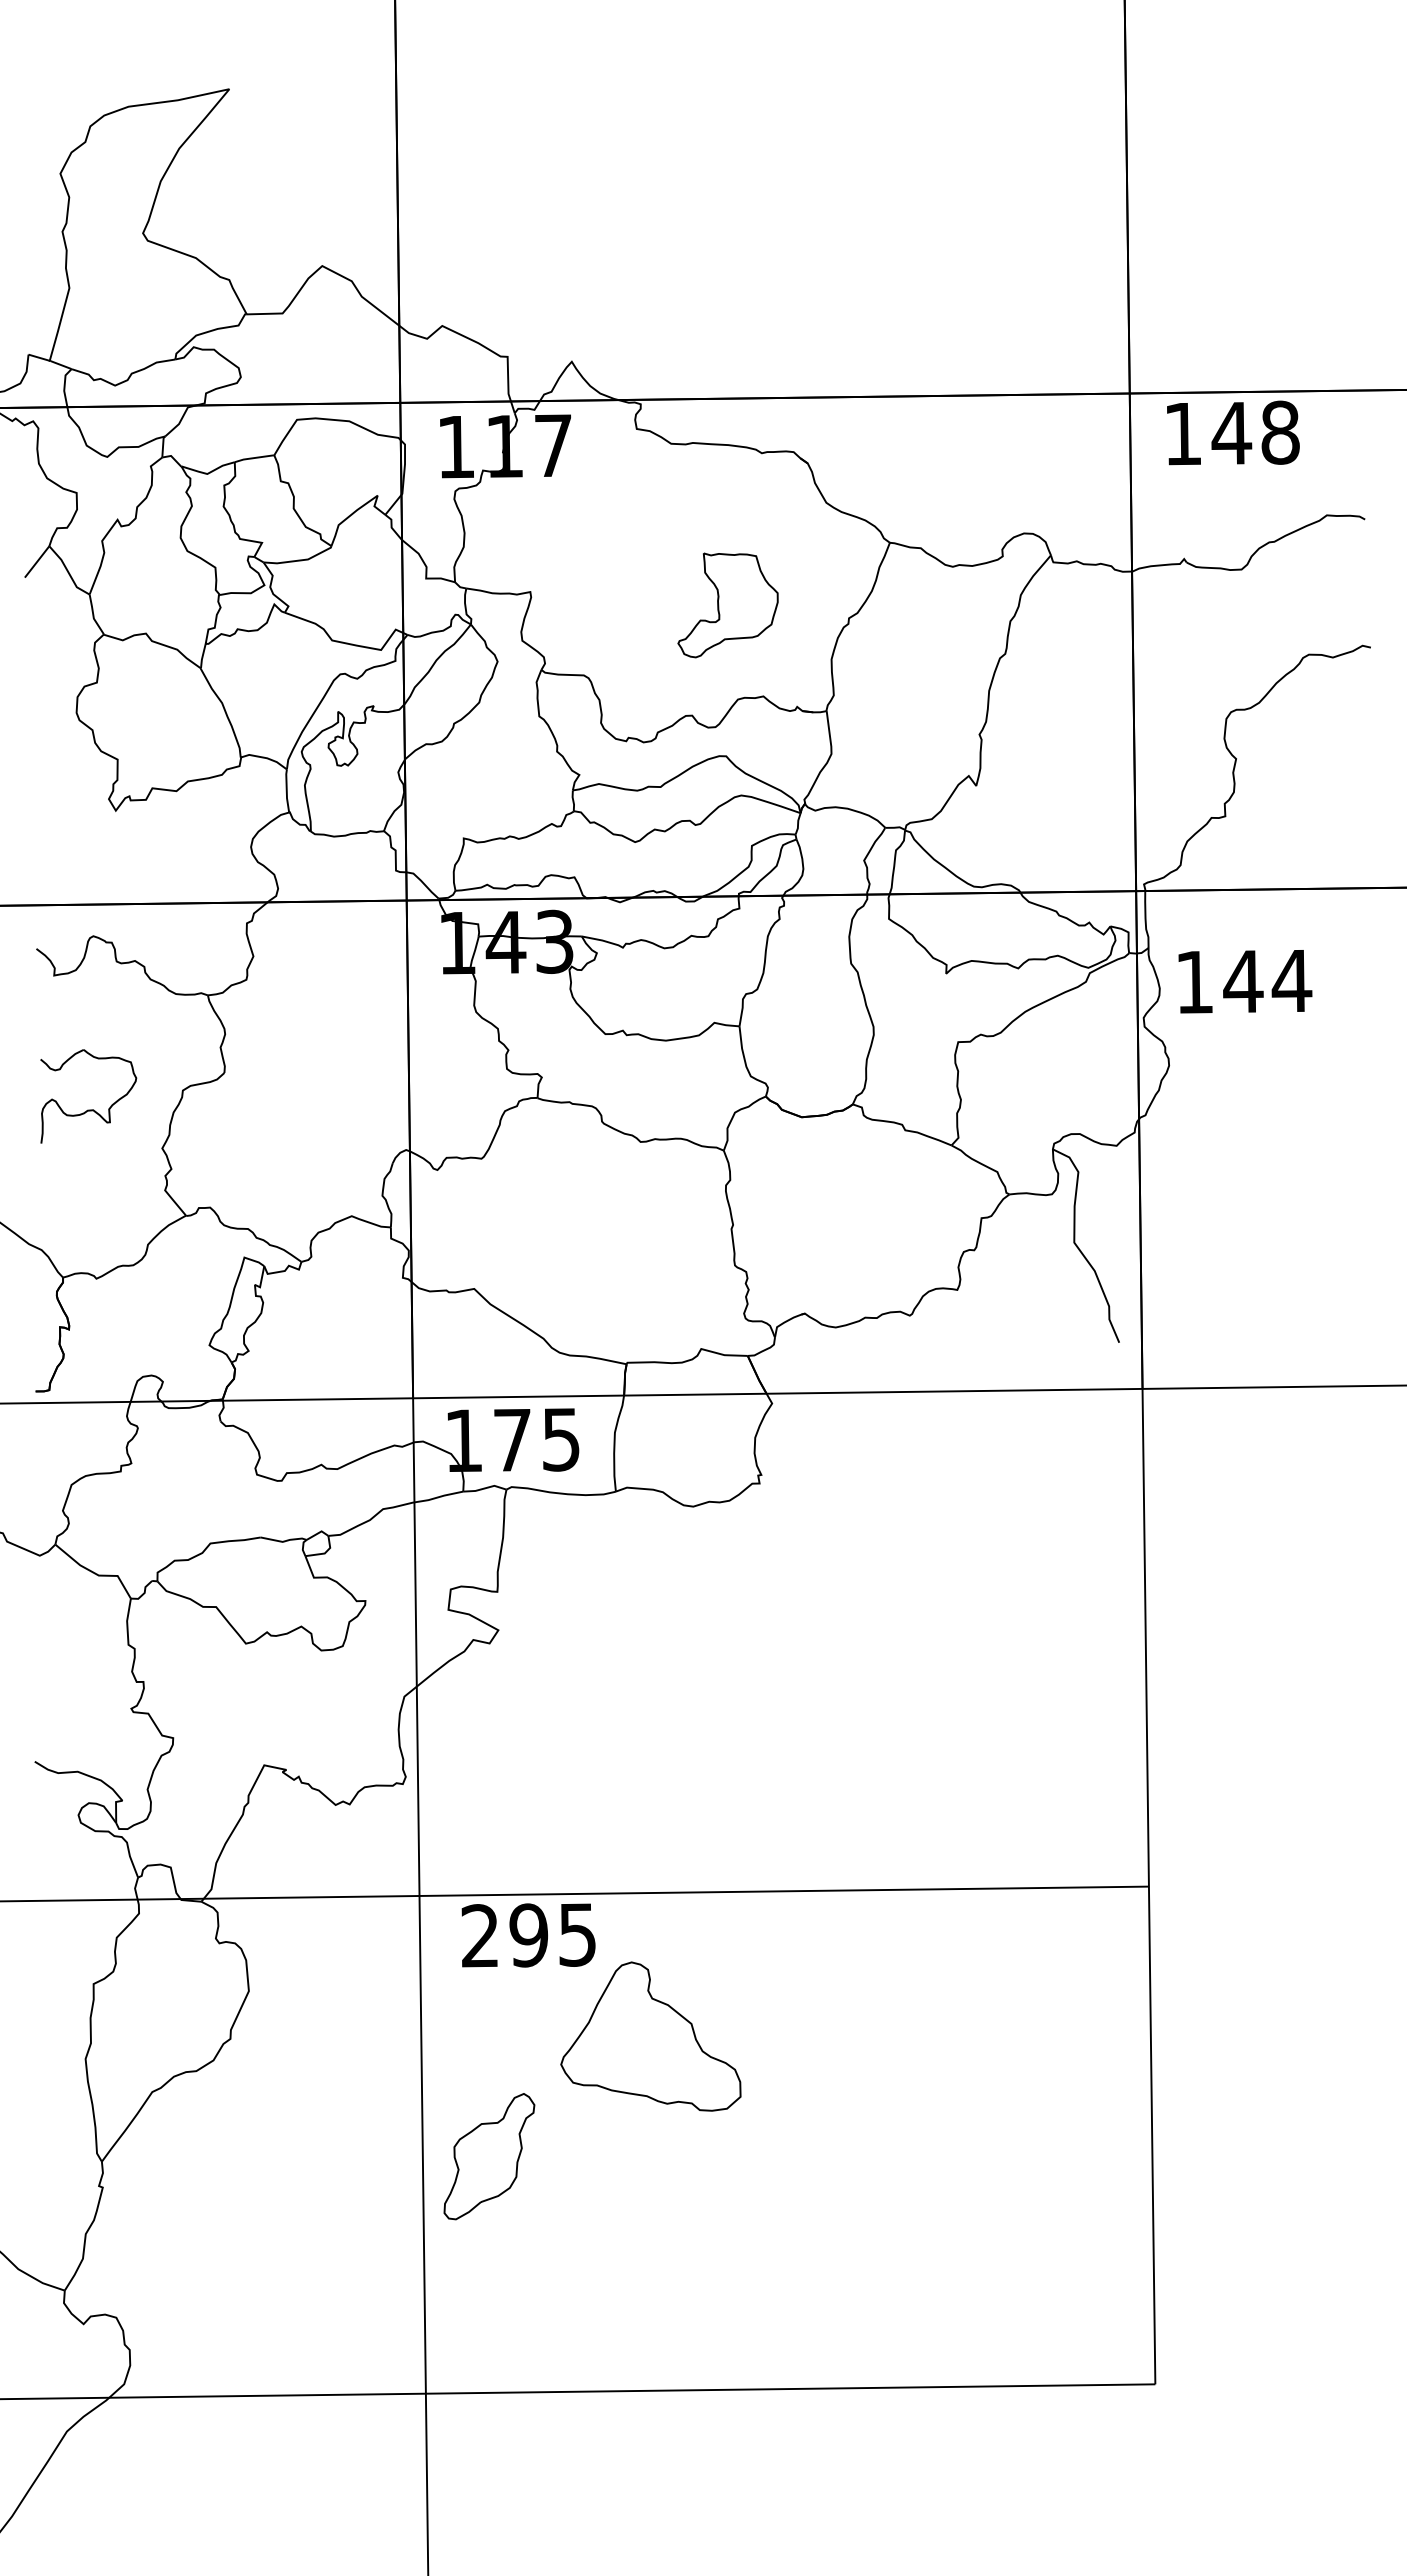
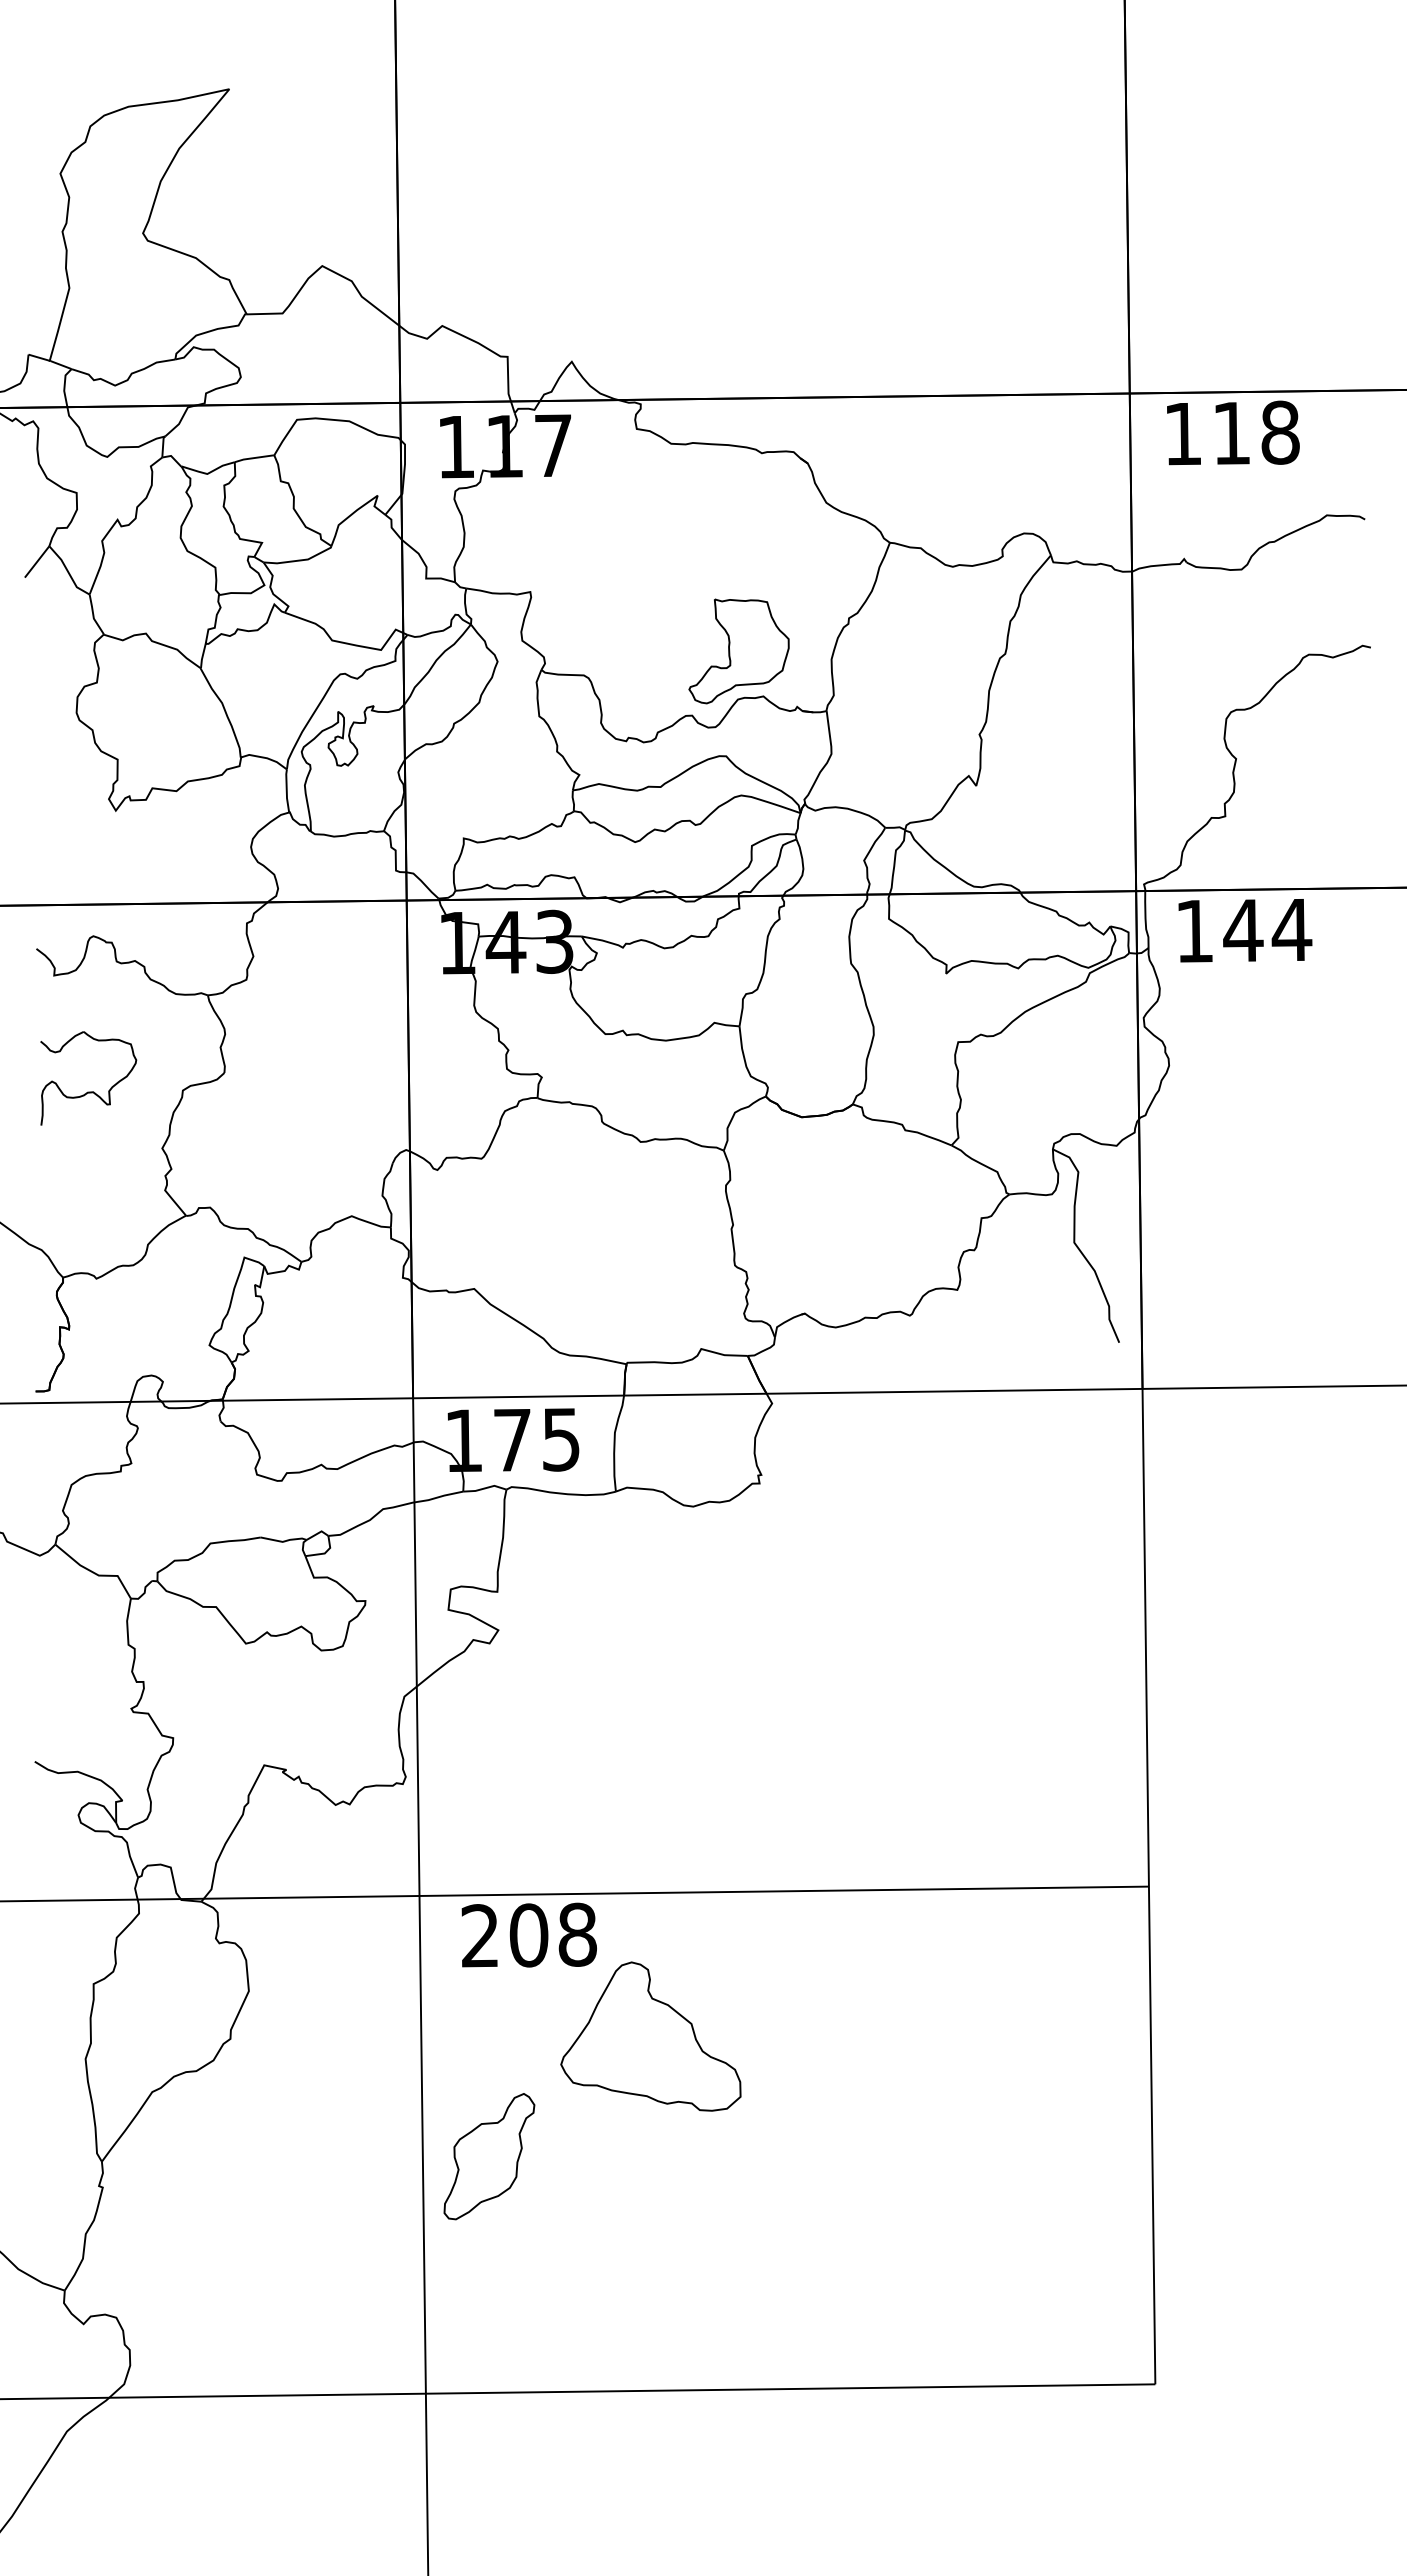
text at (1231, 433): 148 -> 118
part at (727, 605) position: (727, 605) -> (738, 651)
text at (1245, 981) position: (1245, 981) -> (1245, 930)
part at (88, 1109) position: (88, 1109) -> (88, 1091)
text at (552, 1934): 295 -> 208
